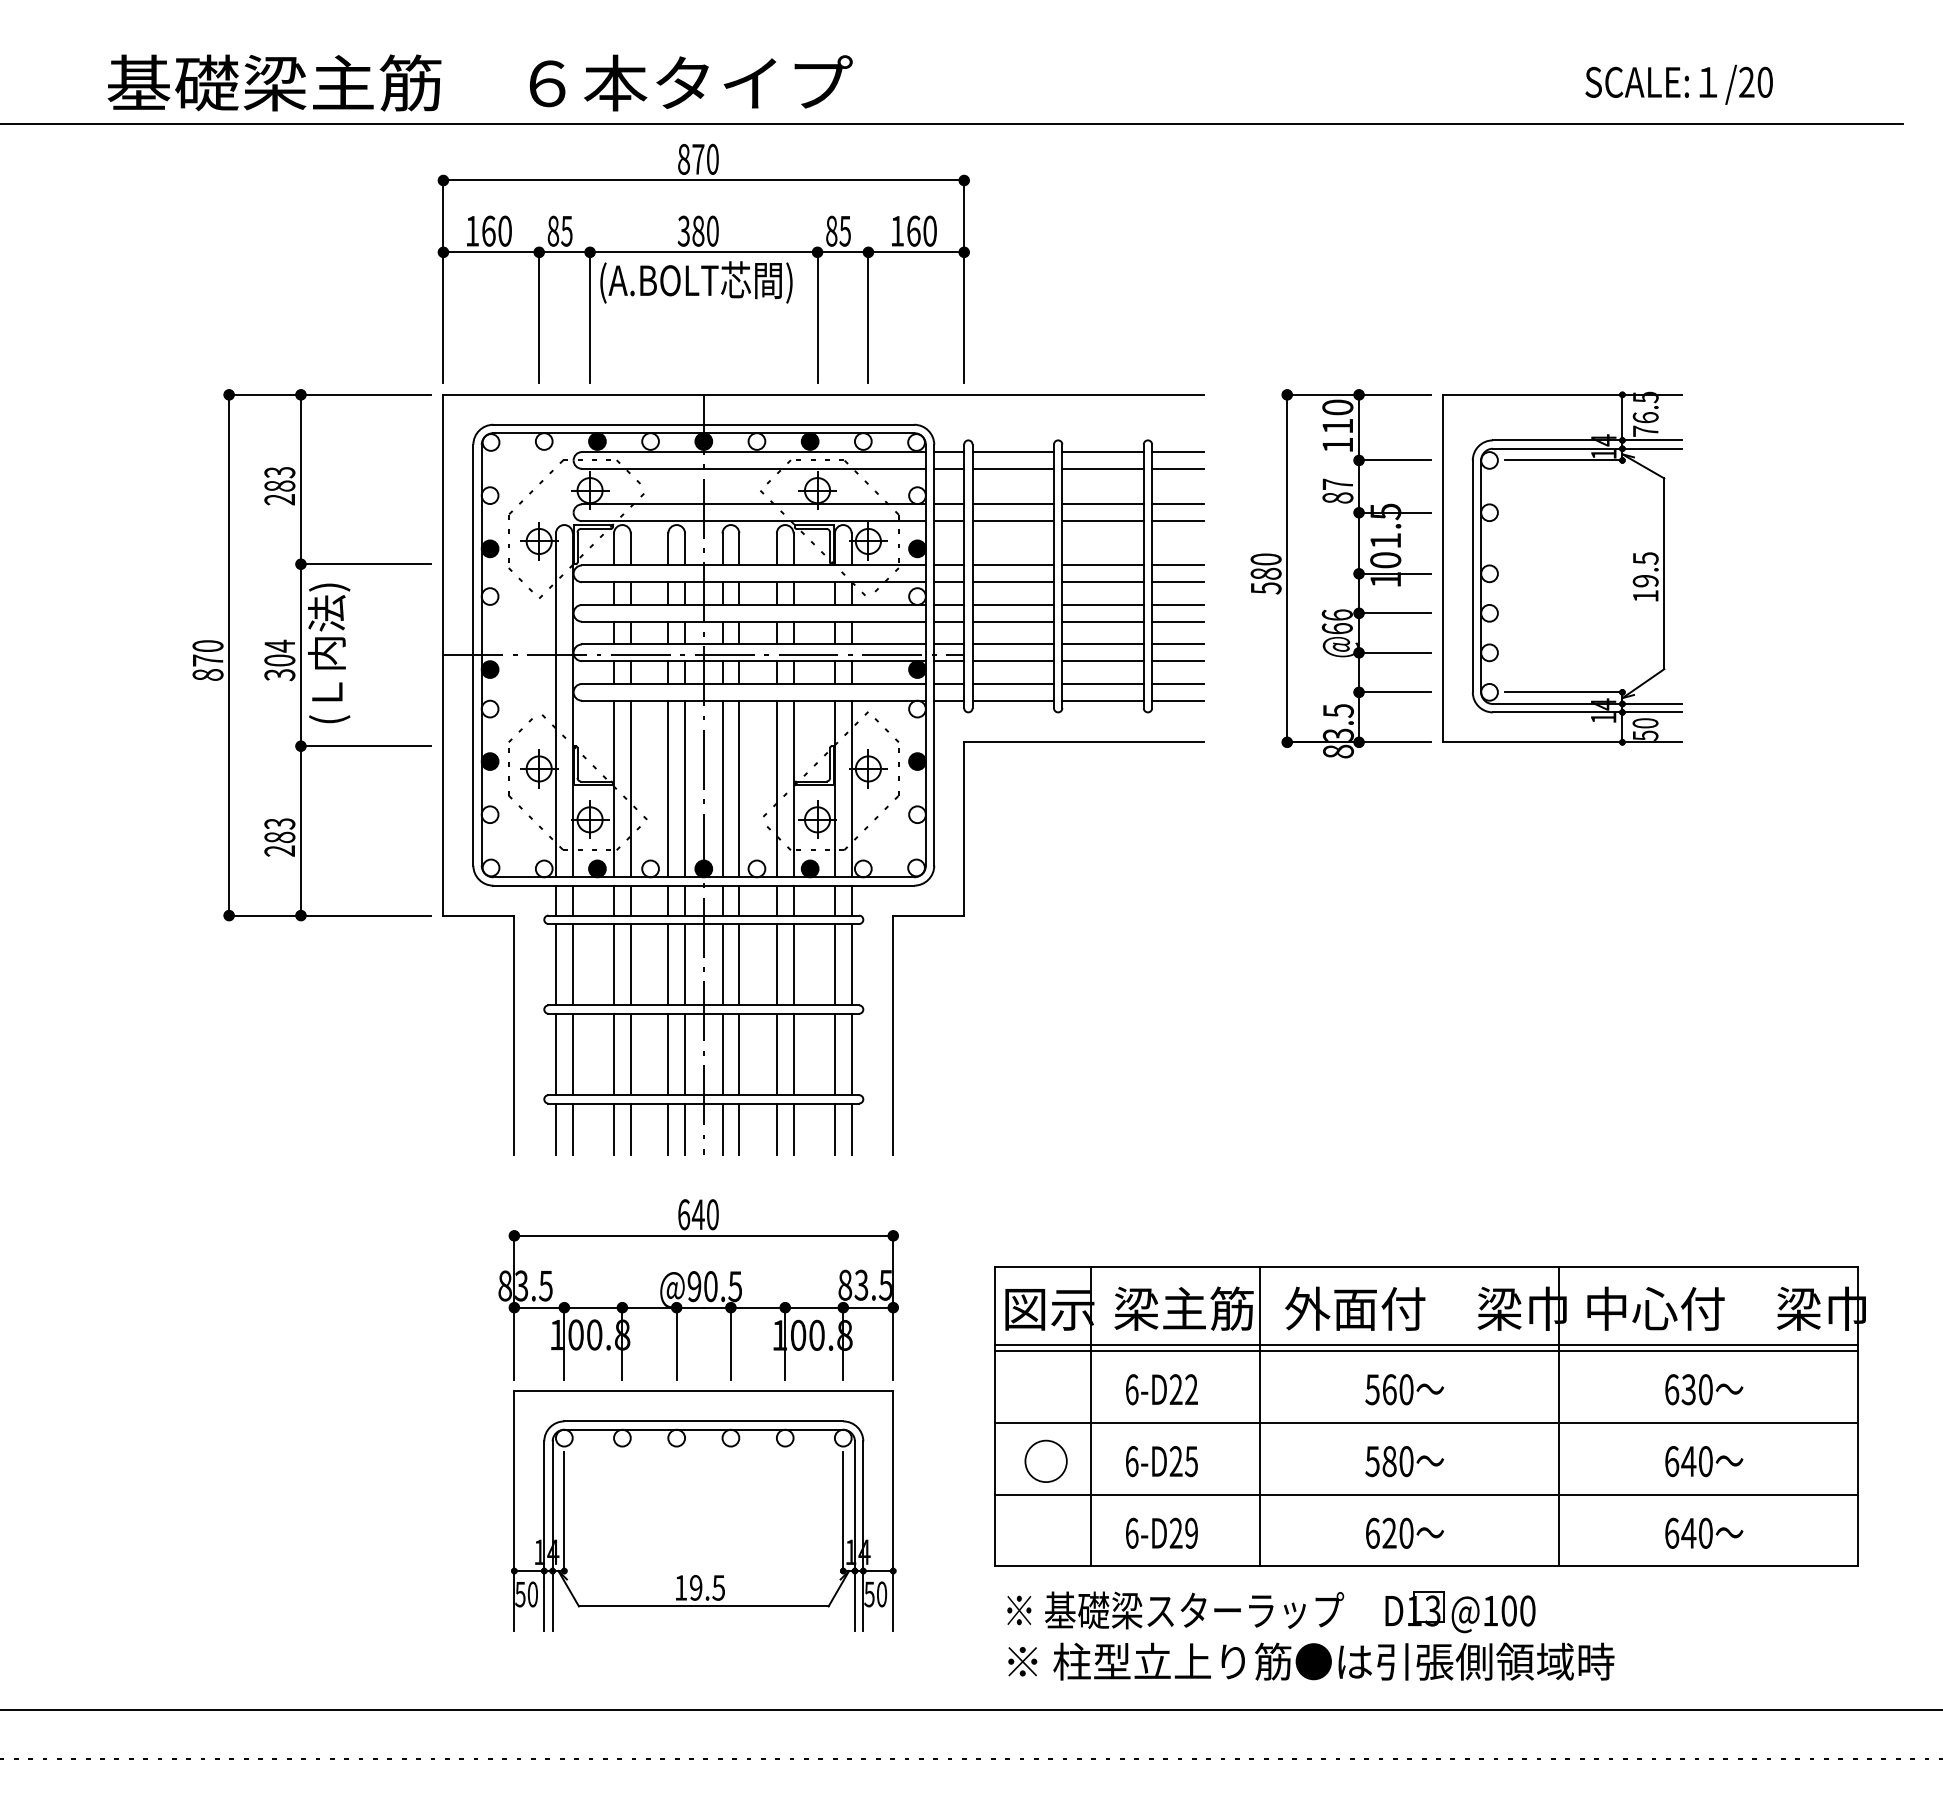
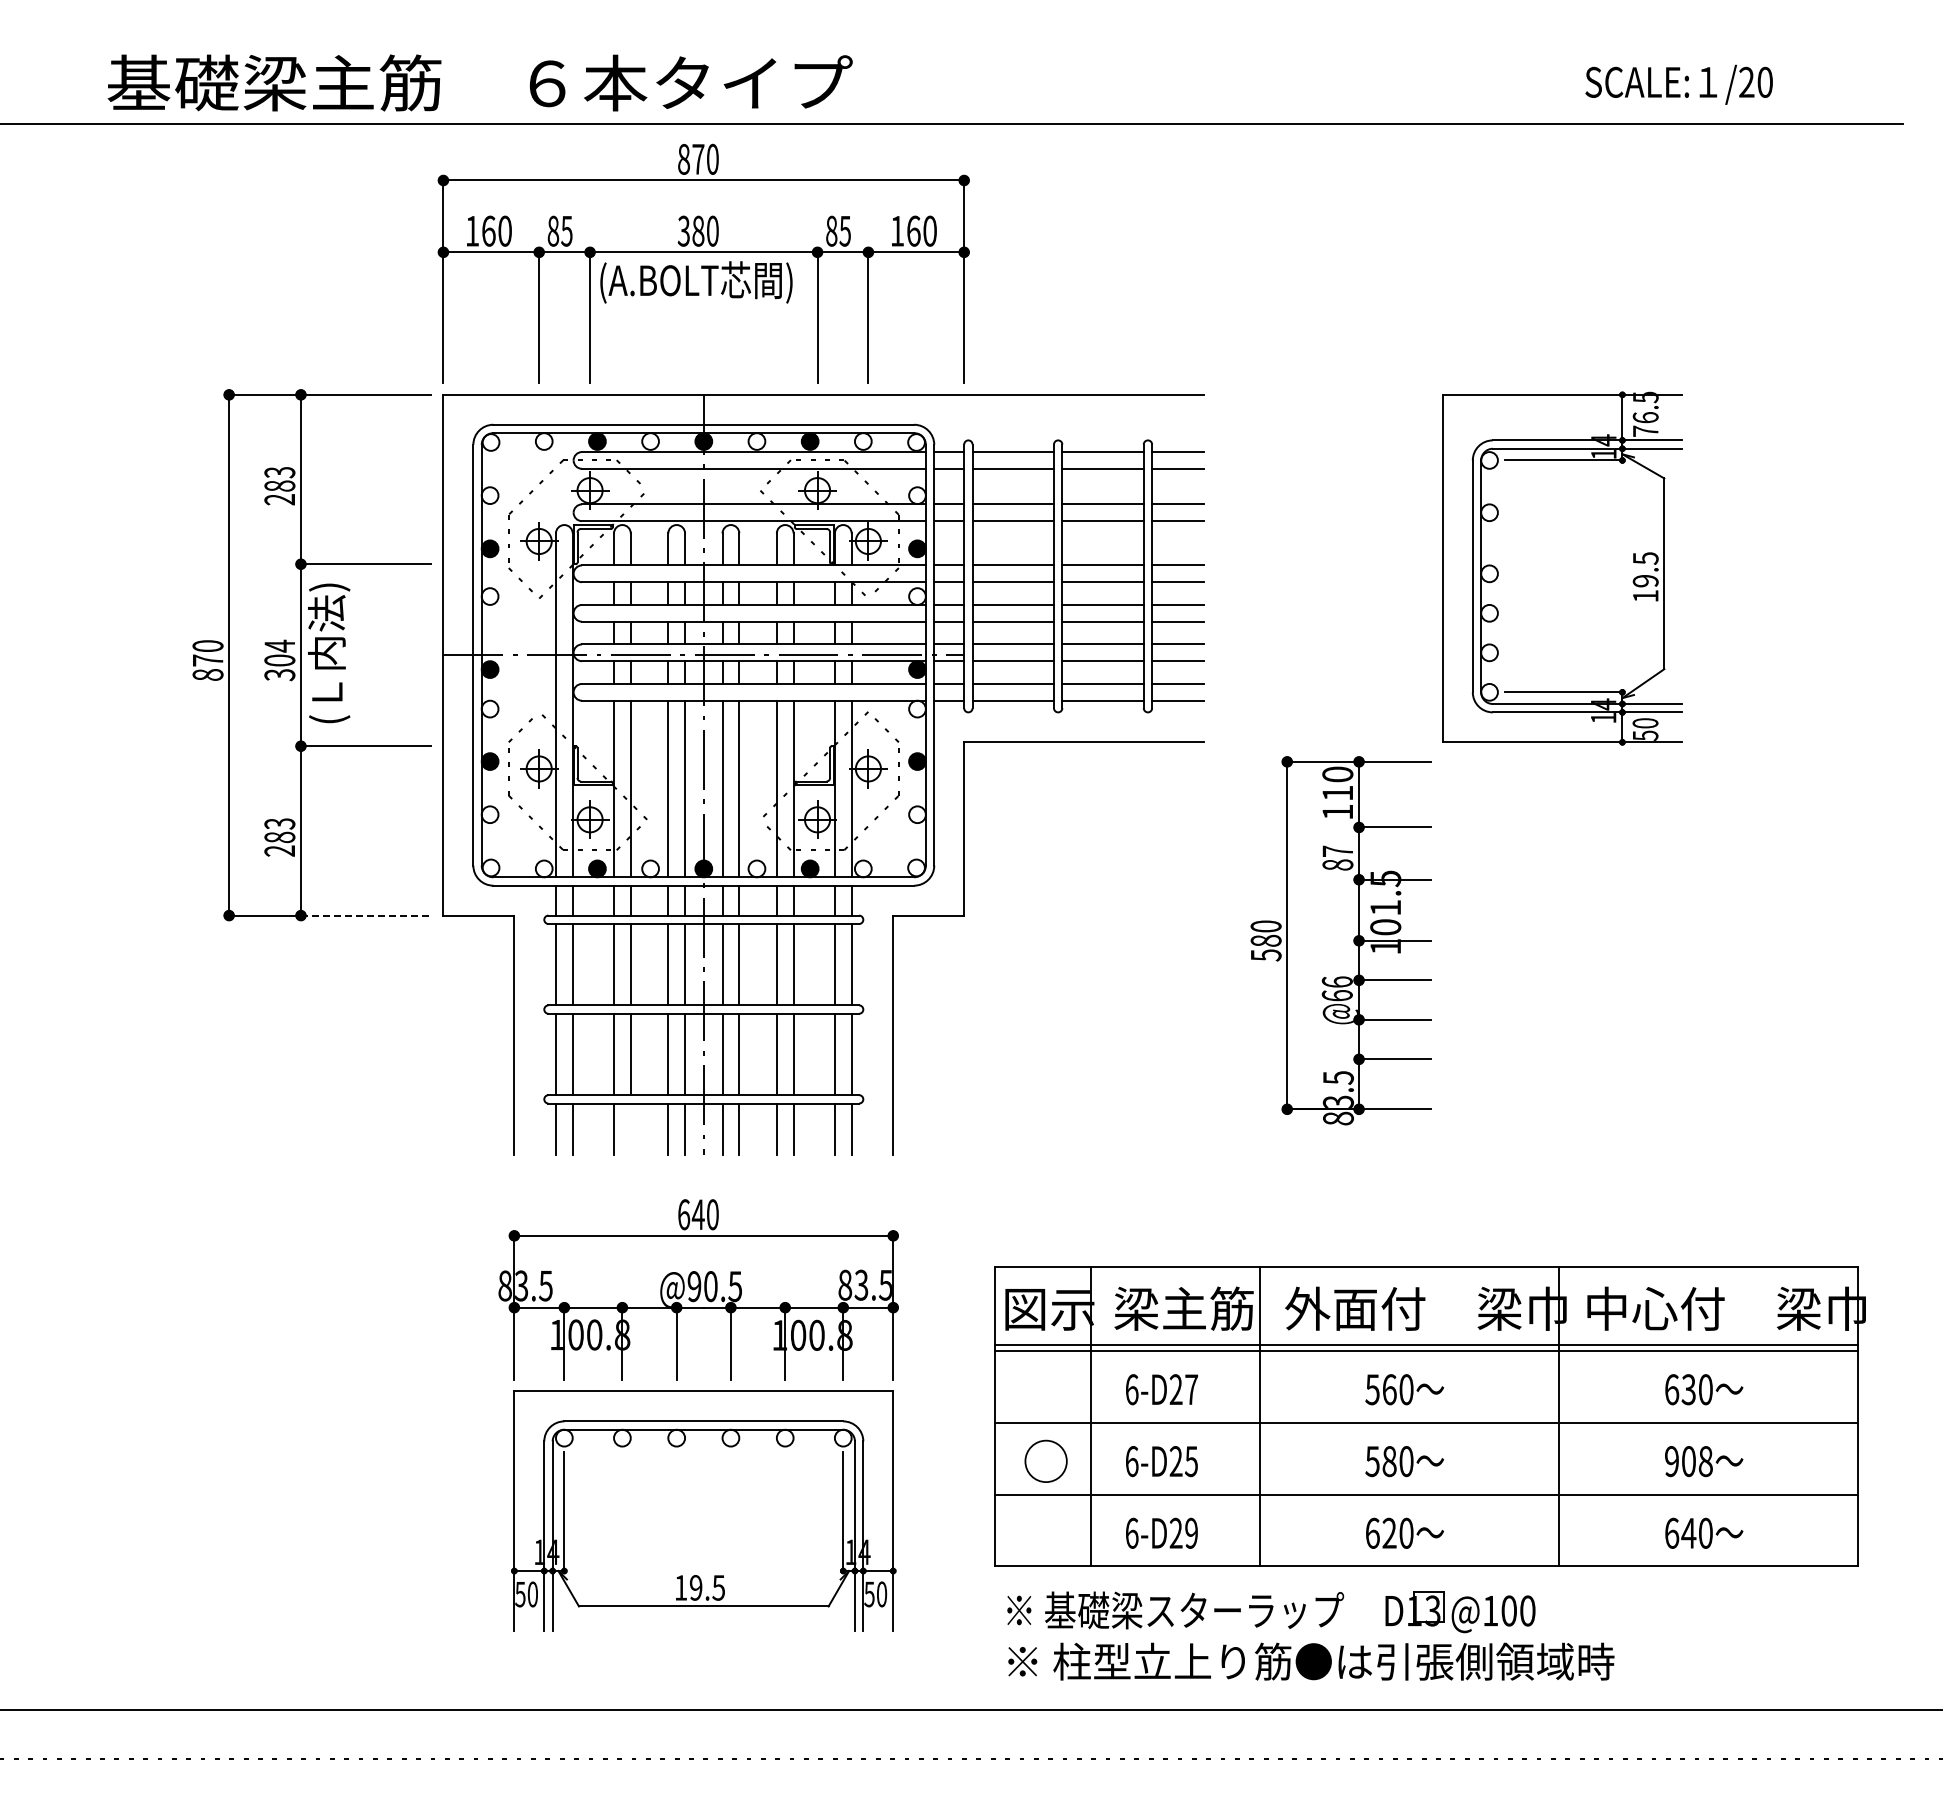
part at (1340, 573) position: (1340, 573) -> (1340, 940)
line at (366, 915): solid -> dashed
line at (630, 1129): present -> none
text at (1191, 1389): 6-D22 -> 6-D27
text at (1688, 1461): 640 -> 908
